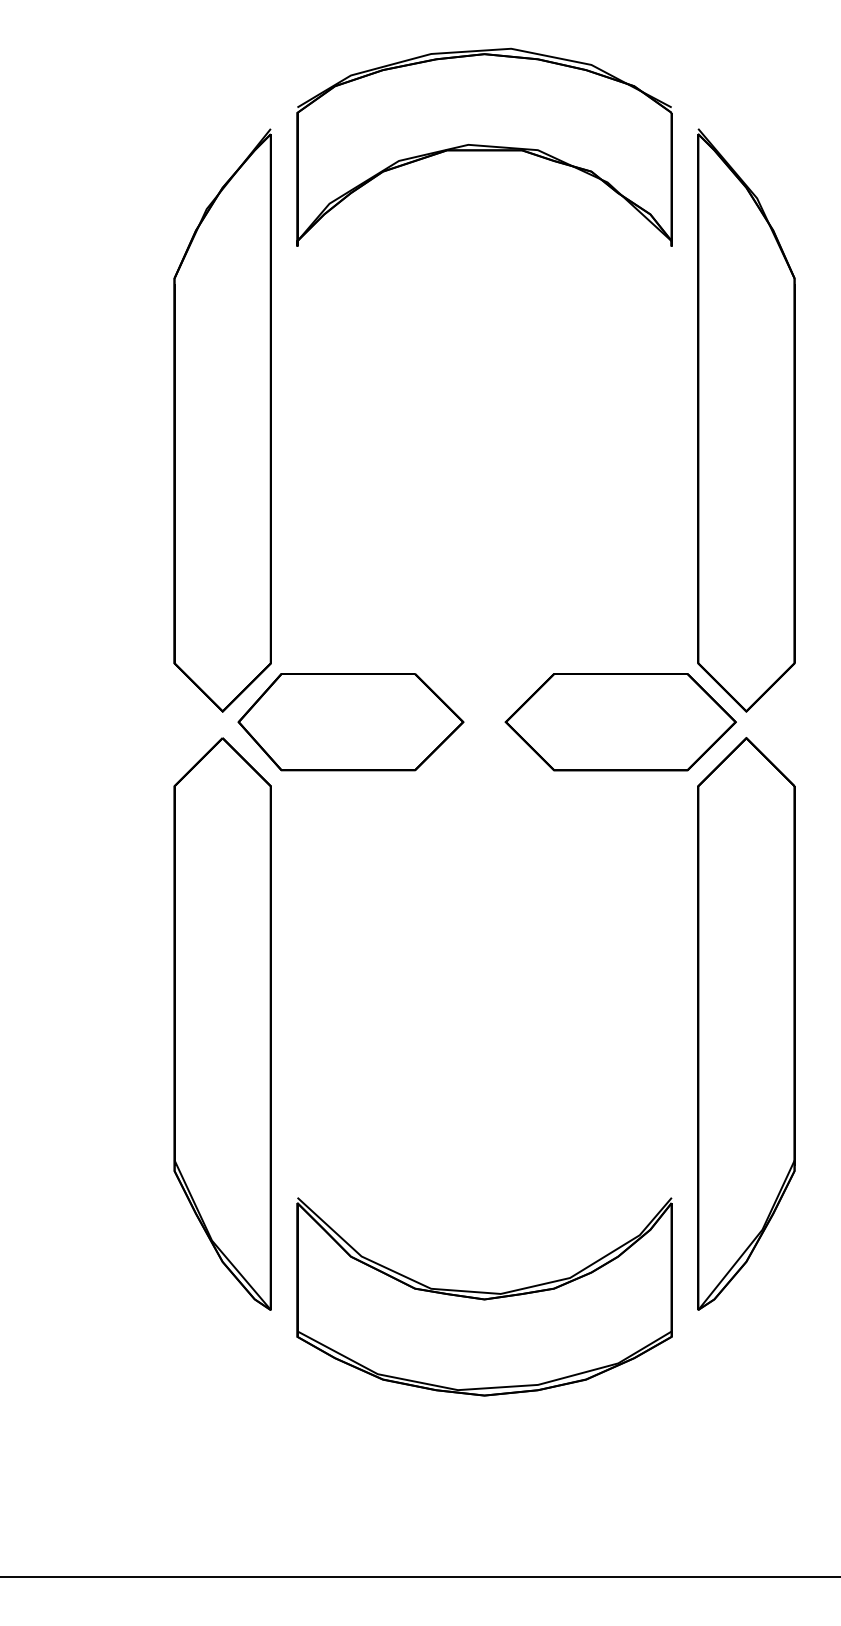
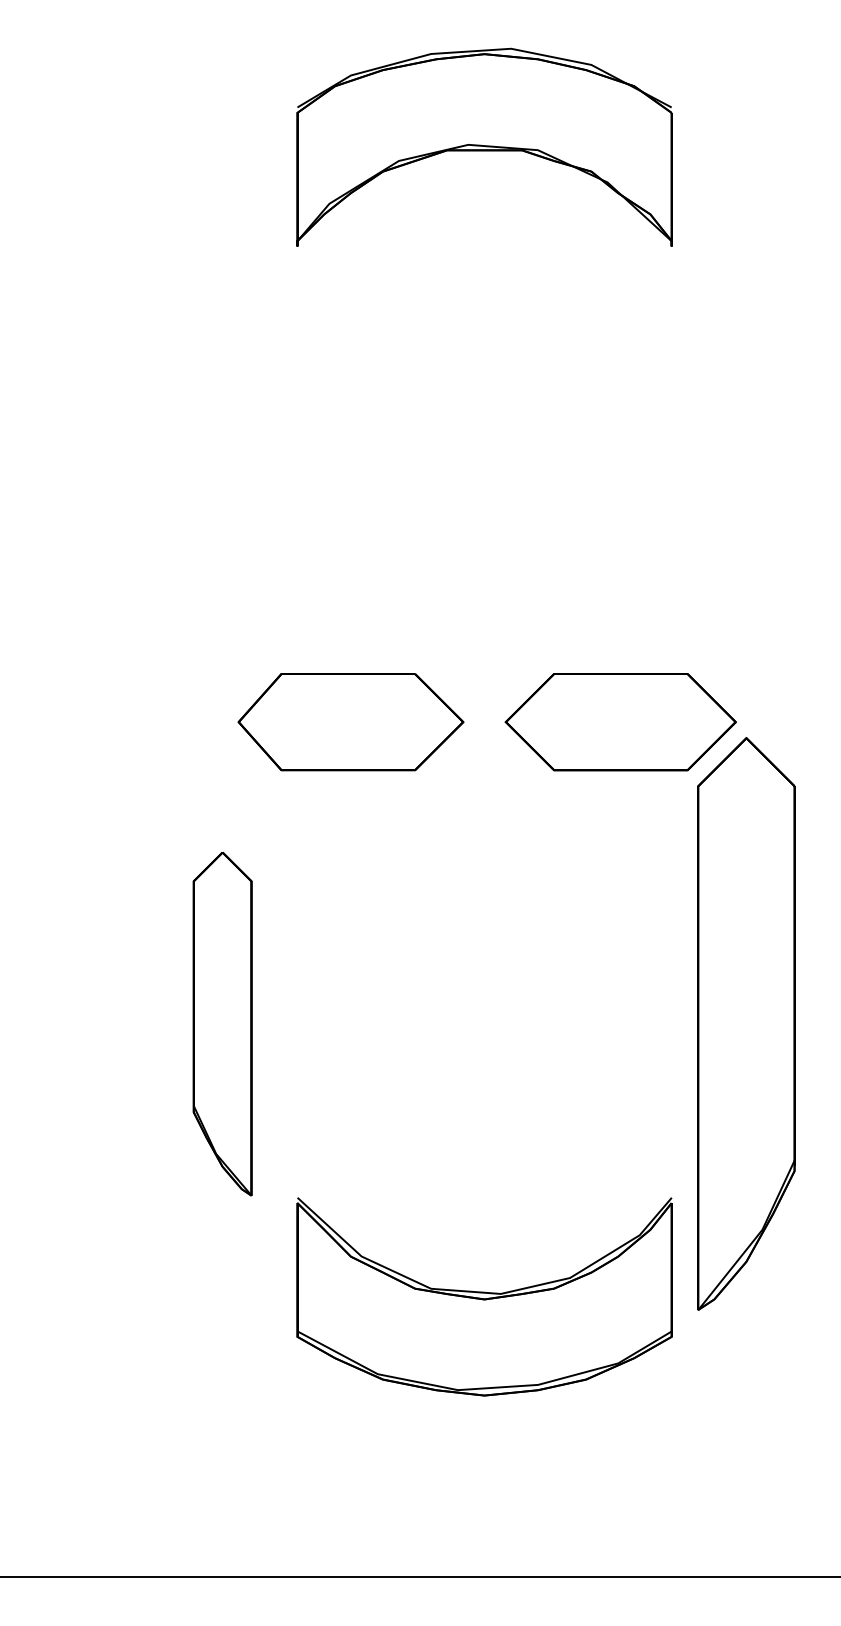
part at (222, 420): present -> none
part at (746, 420): present -> none
part at (222, 1023) size: 99x574 px -> 61x345 px
